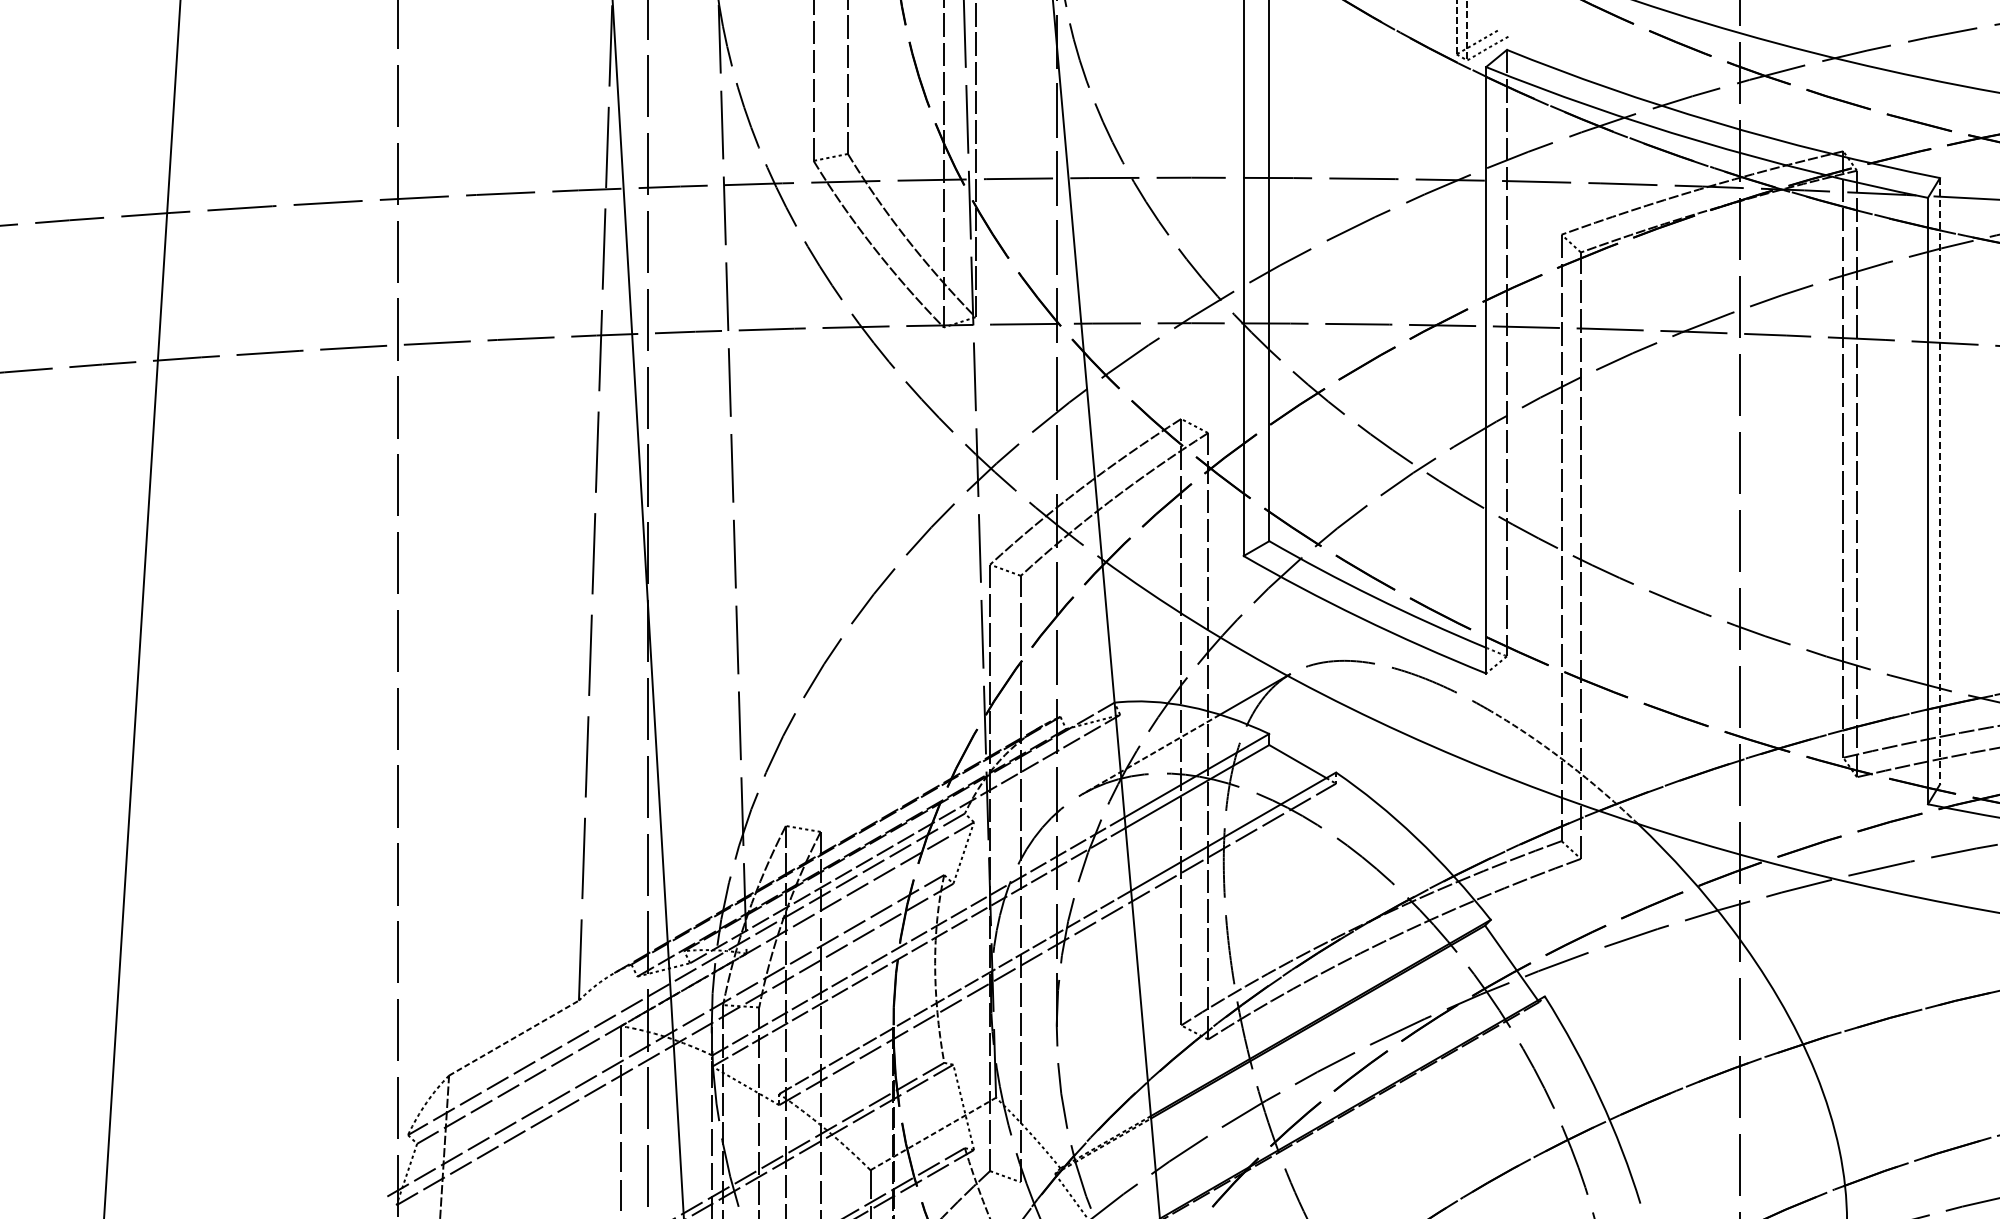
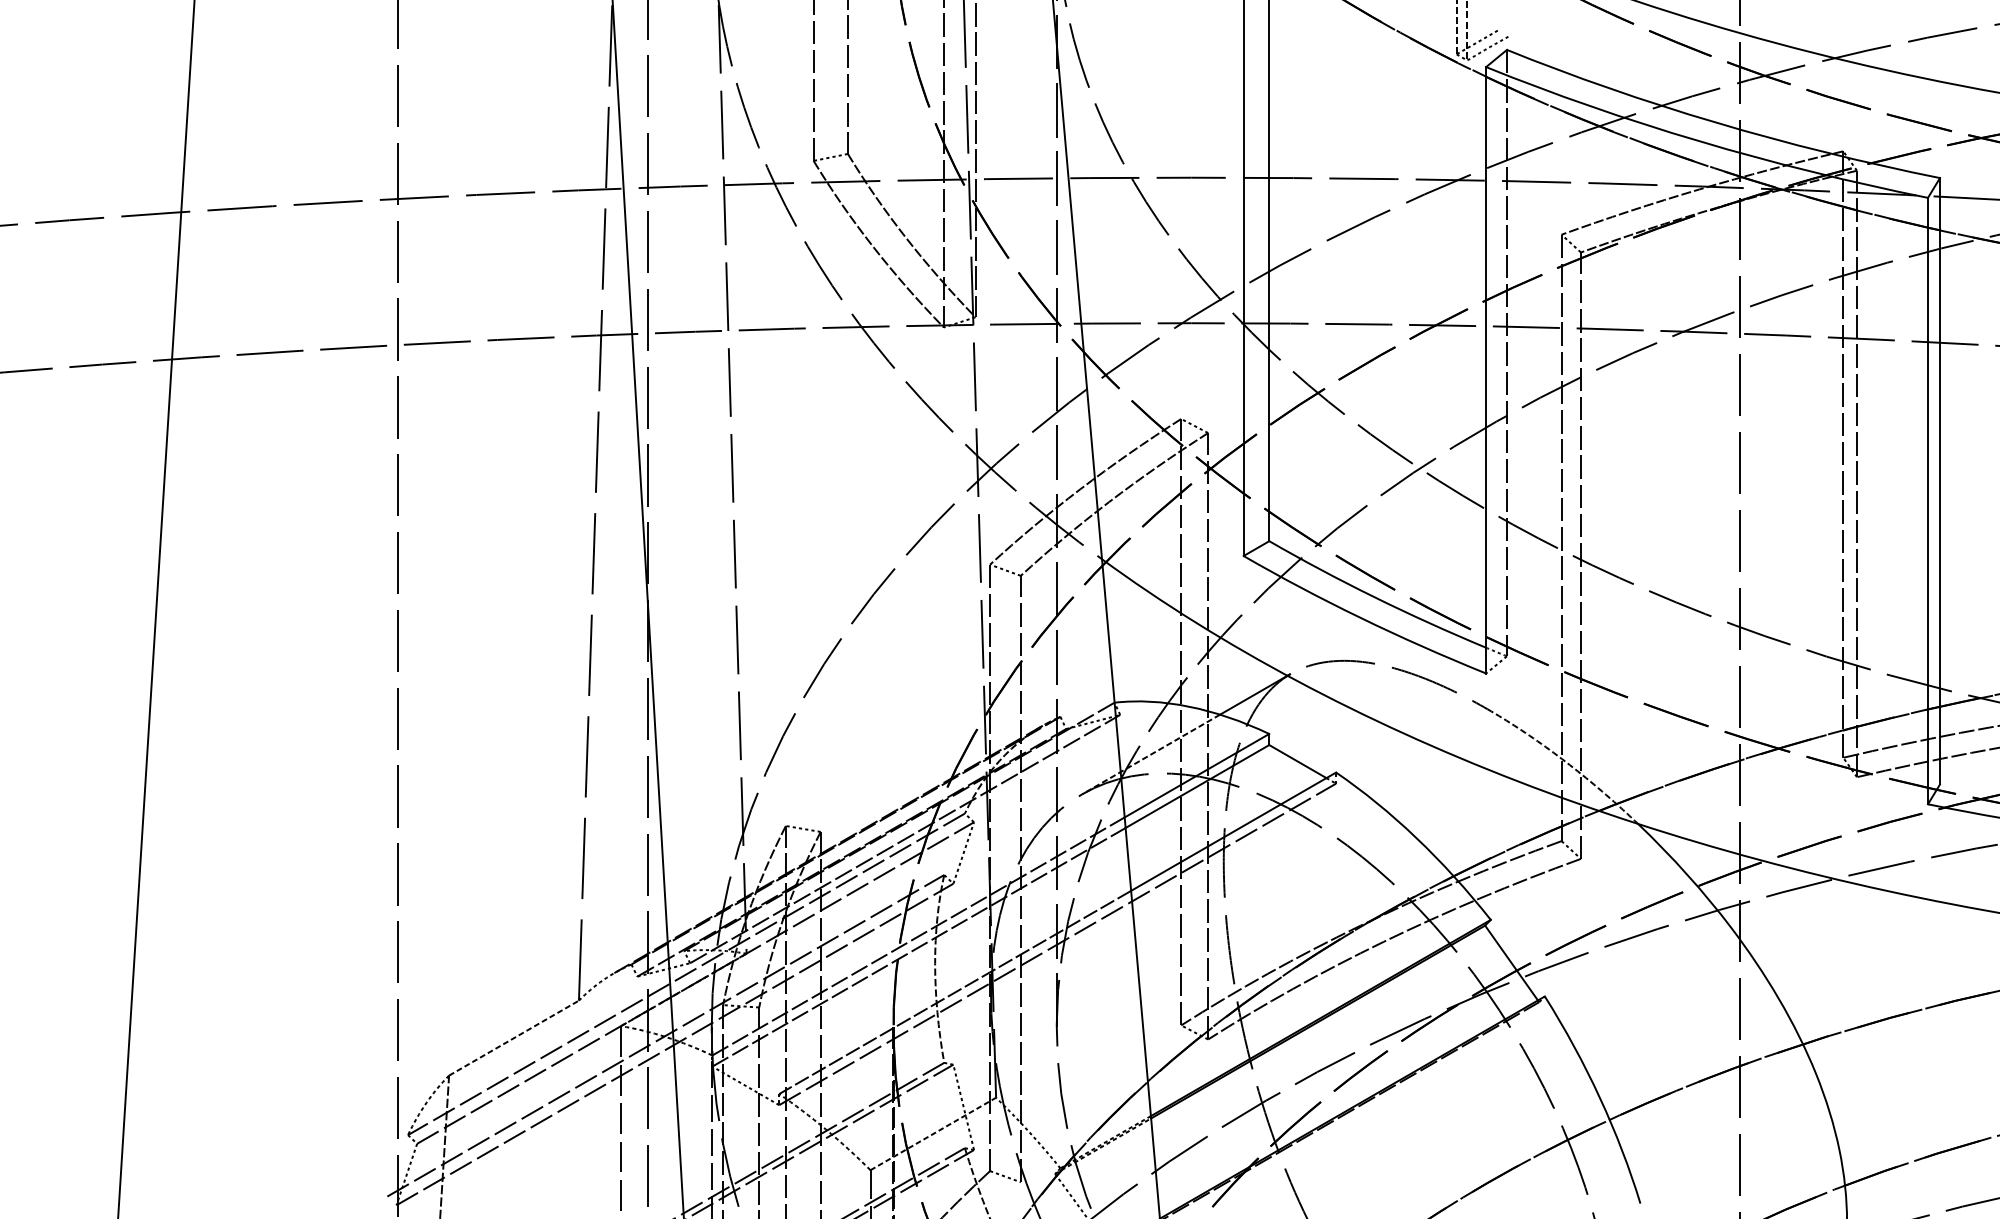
line at (1939, 481): dashed -> solid
line at (142, 608) position: (142, 608) -> (156, 608)
